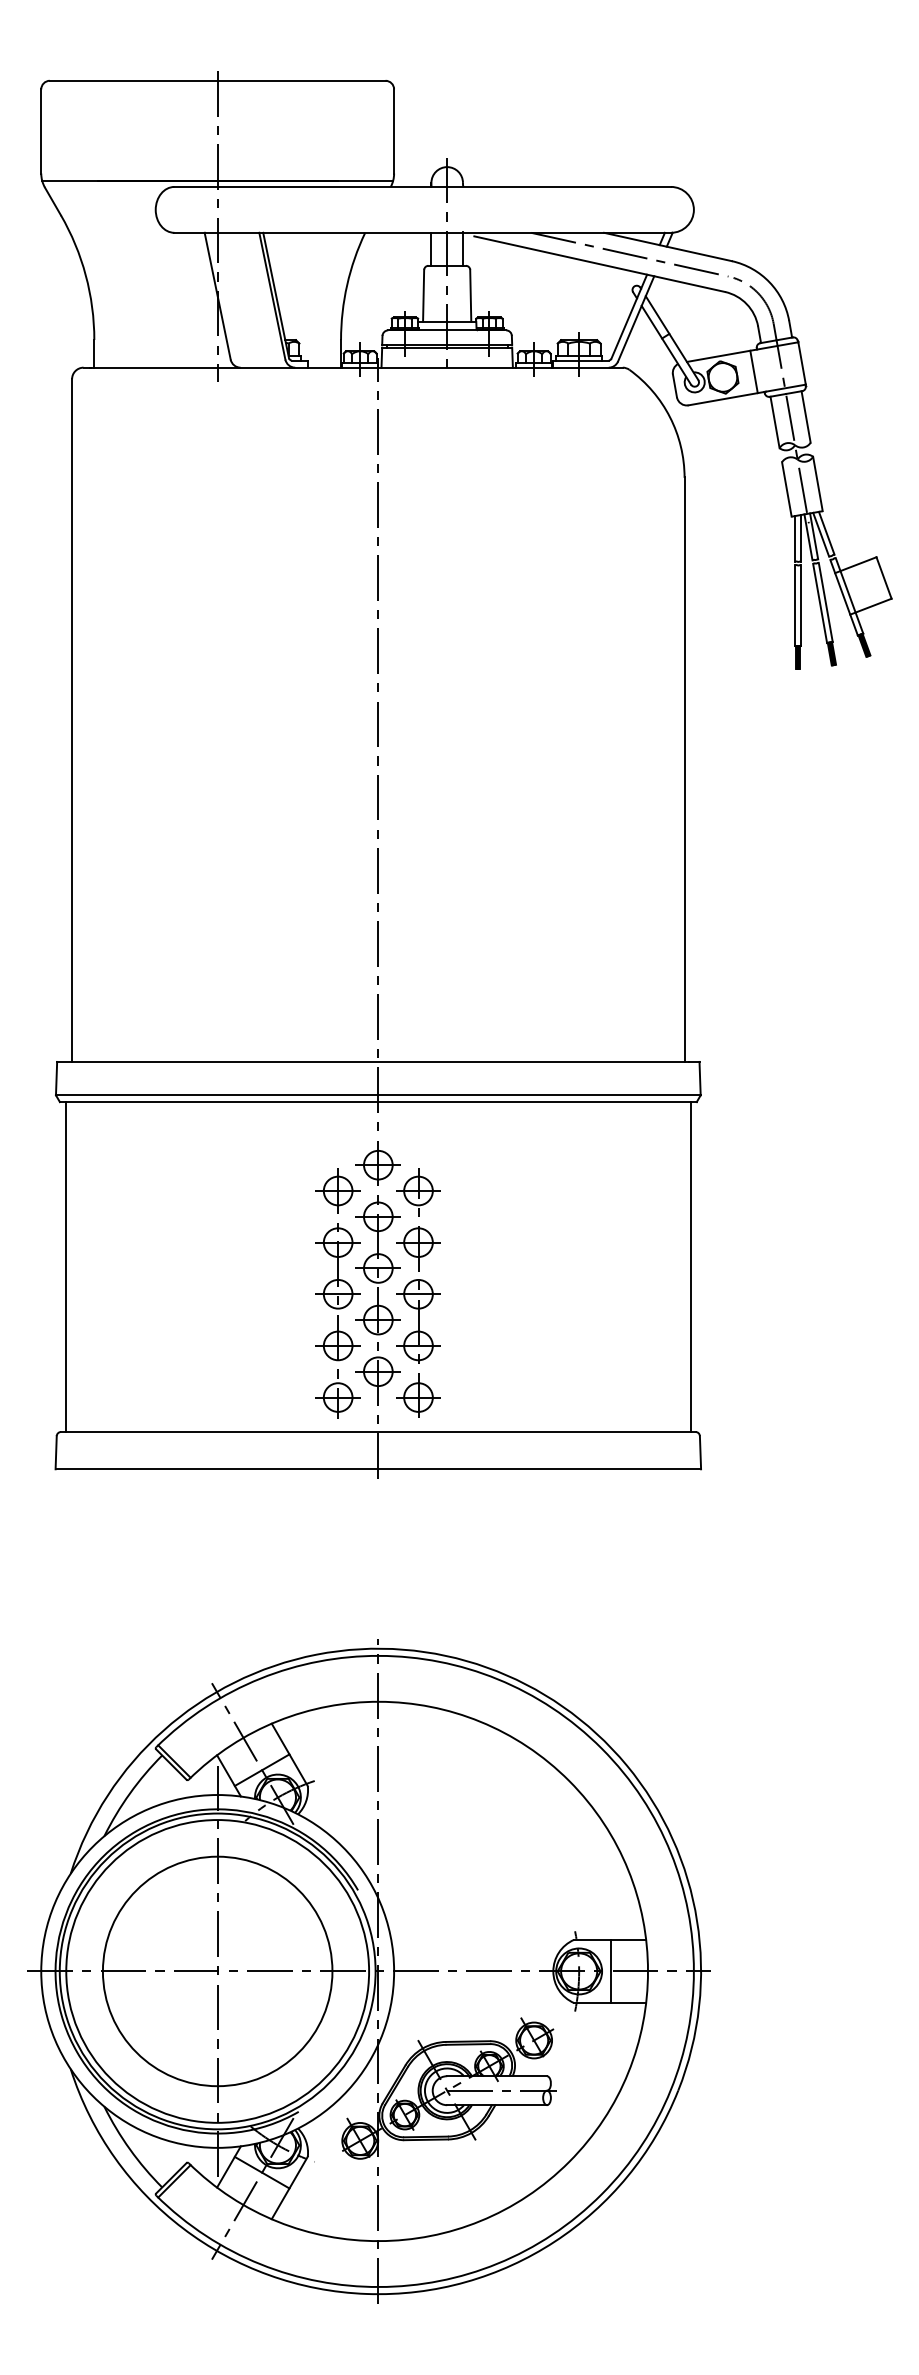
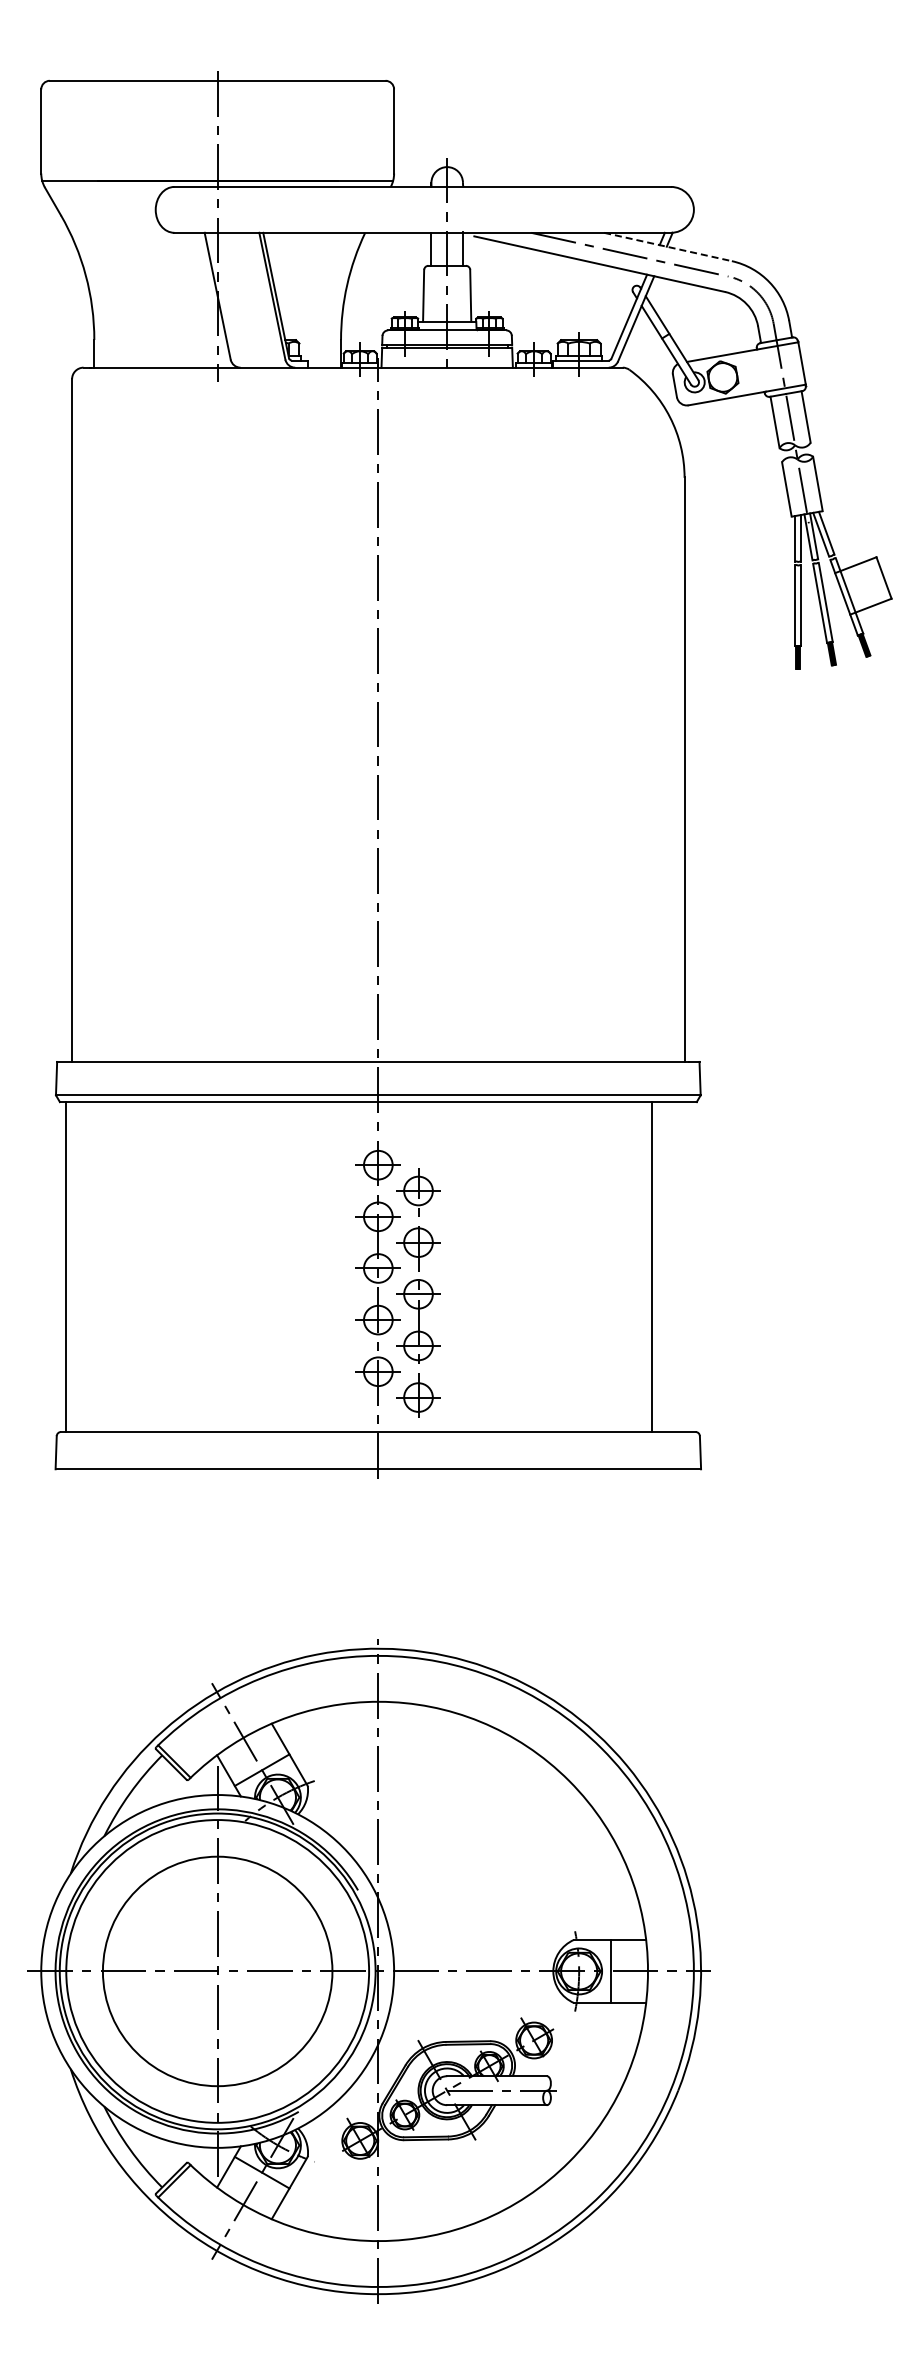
line at (668, 247): solid -> dashed
line at (753, 371): present -> none
line at (691, 1267) position: (691, 1267) -> (652, 1267)
part at (337, 1293): present -> none
